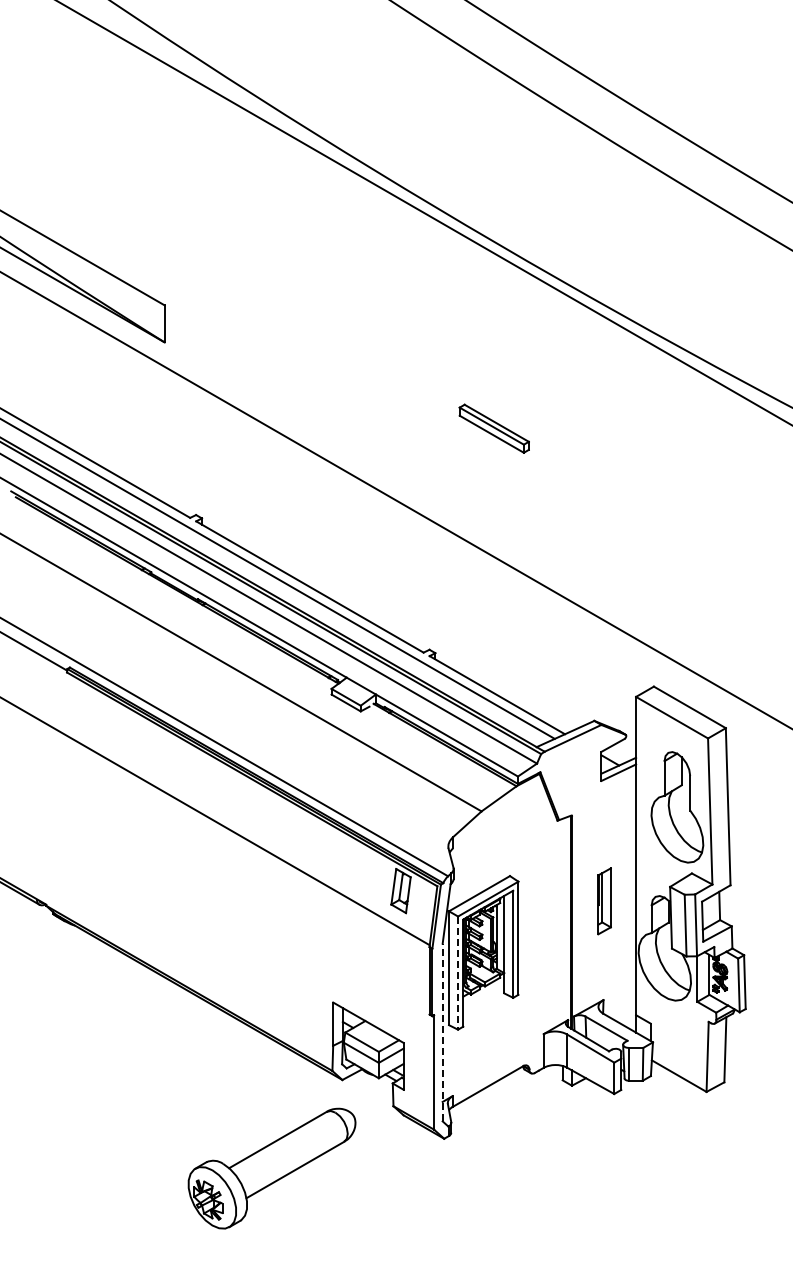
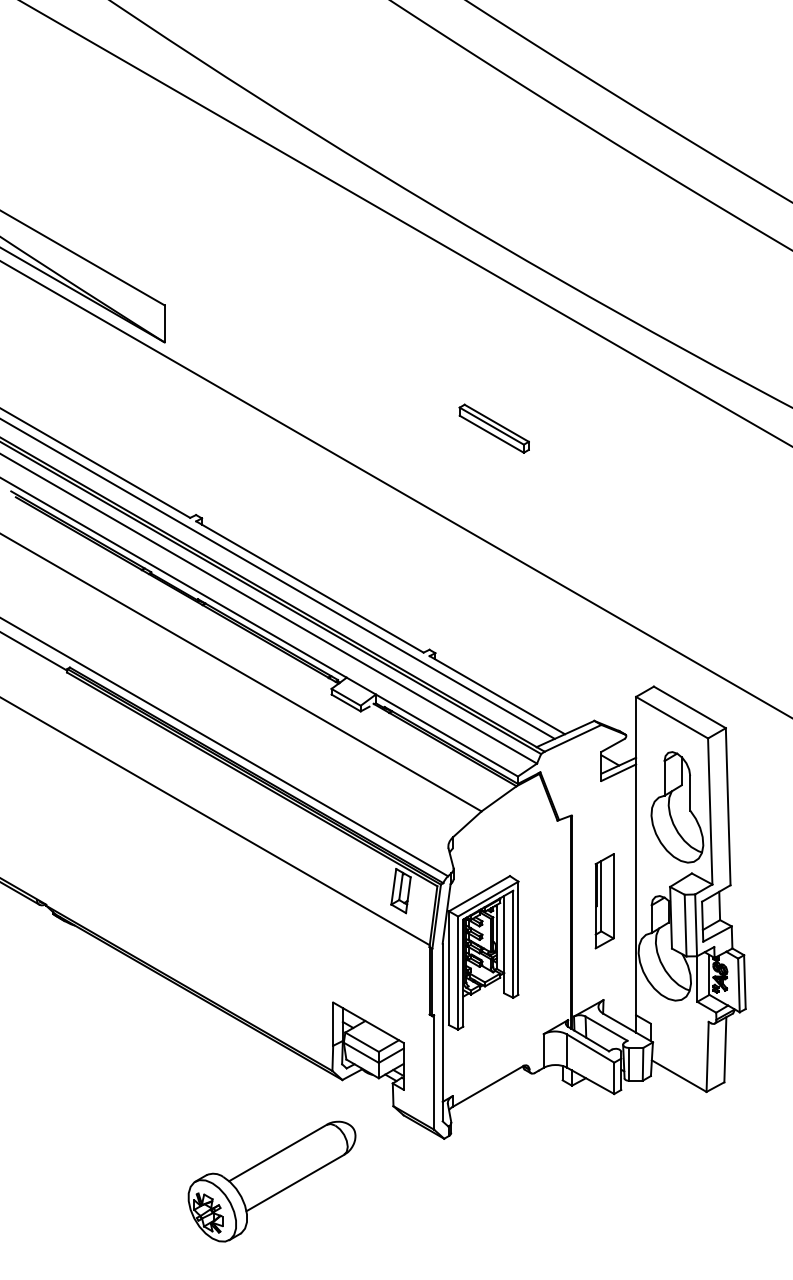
line at (424, 213) position: (424, 213) -> (405, 223)
line at (395, 500) position: (395, 500) -> (395, 489)
part at (604, 901) size: 15x69 px -> 21x97 px
line at (458, 973): dashed -> solid
line at (442, 1032): dashed -> solid
part at (271, 1168) position: (271, 1168) -> (271, 1181)
